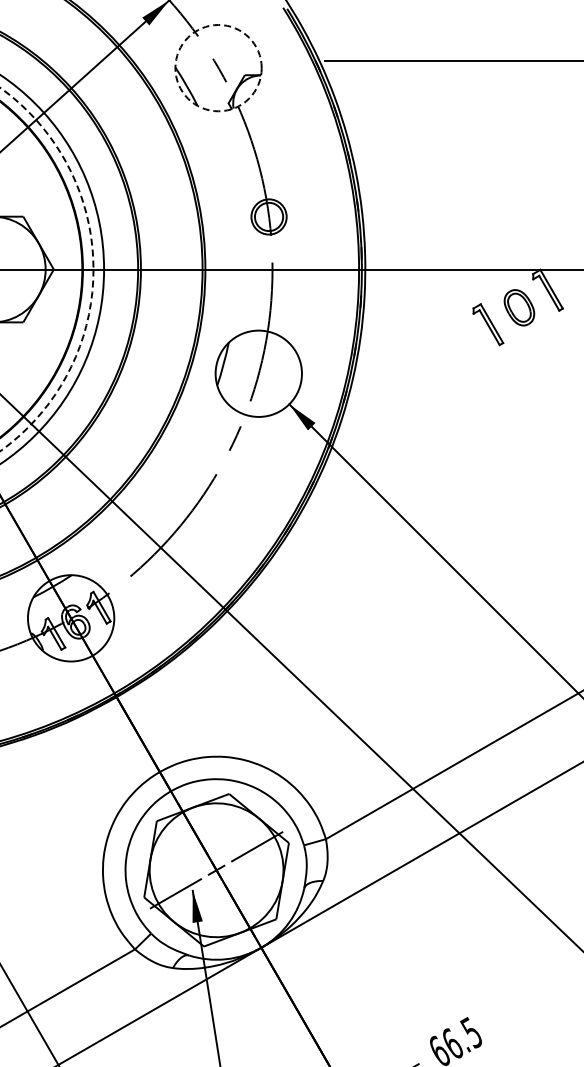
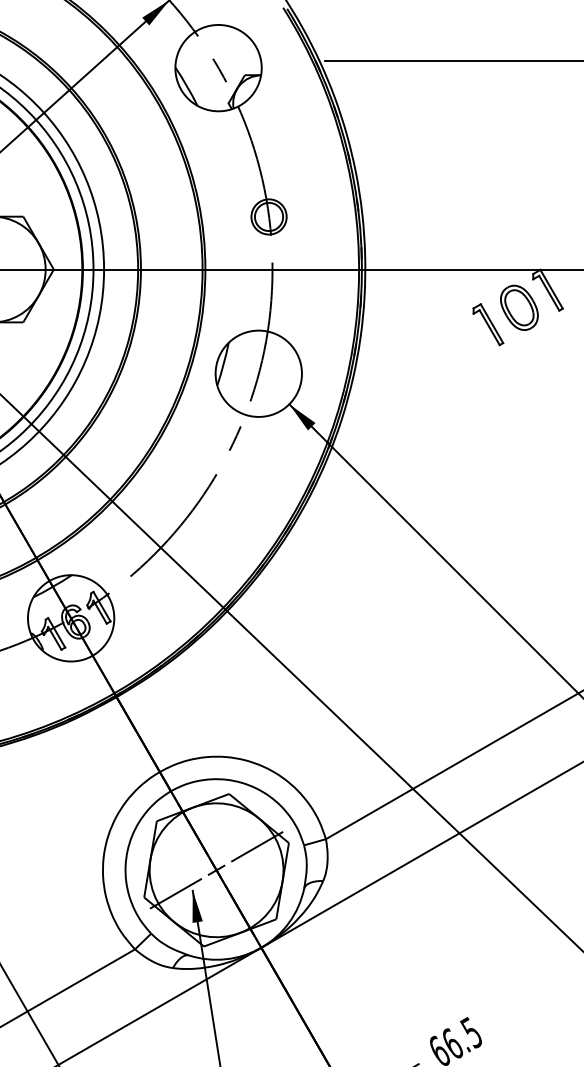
circle at (218, 67): dashed -> solid
circle at (46, 269): dashed -> solid
part at (519, 307) size: 33x38 px -> 39x47 px
